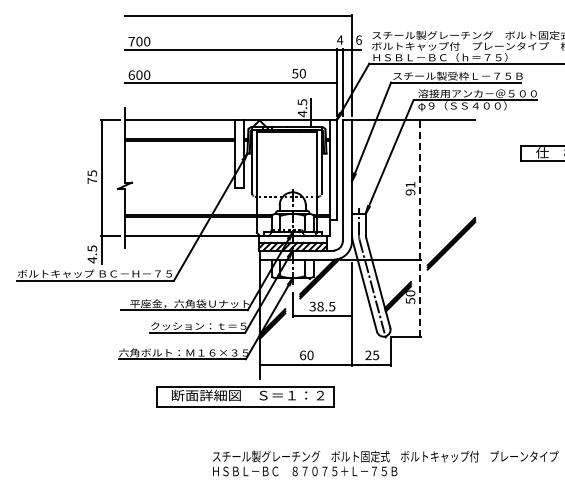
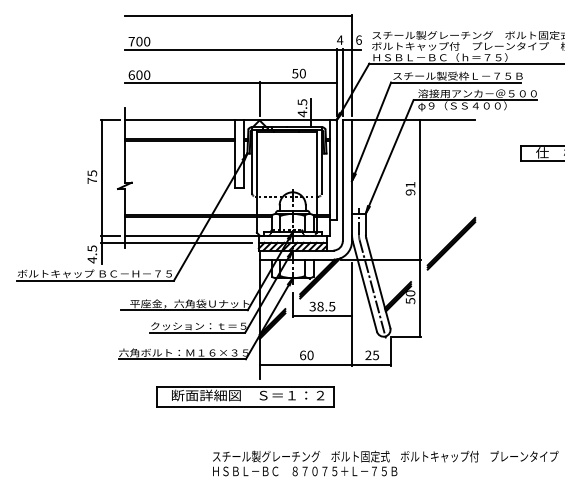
line at (259, 98): none -> present
line at (420, 228): dashed -> solid
line at (175, 242): none -> present
